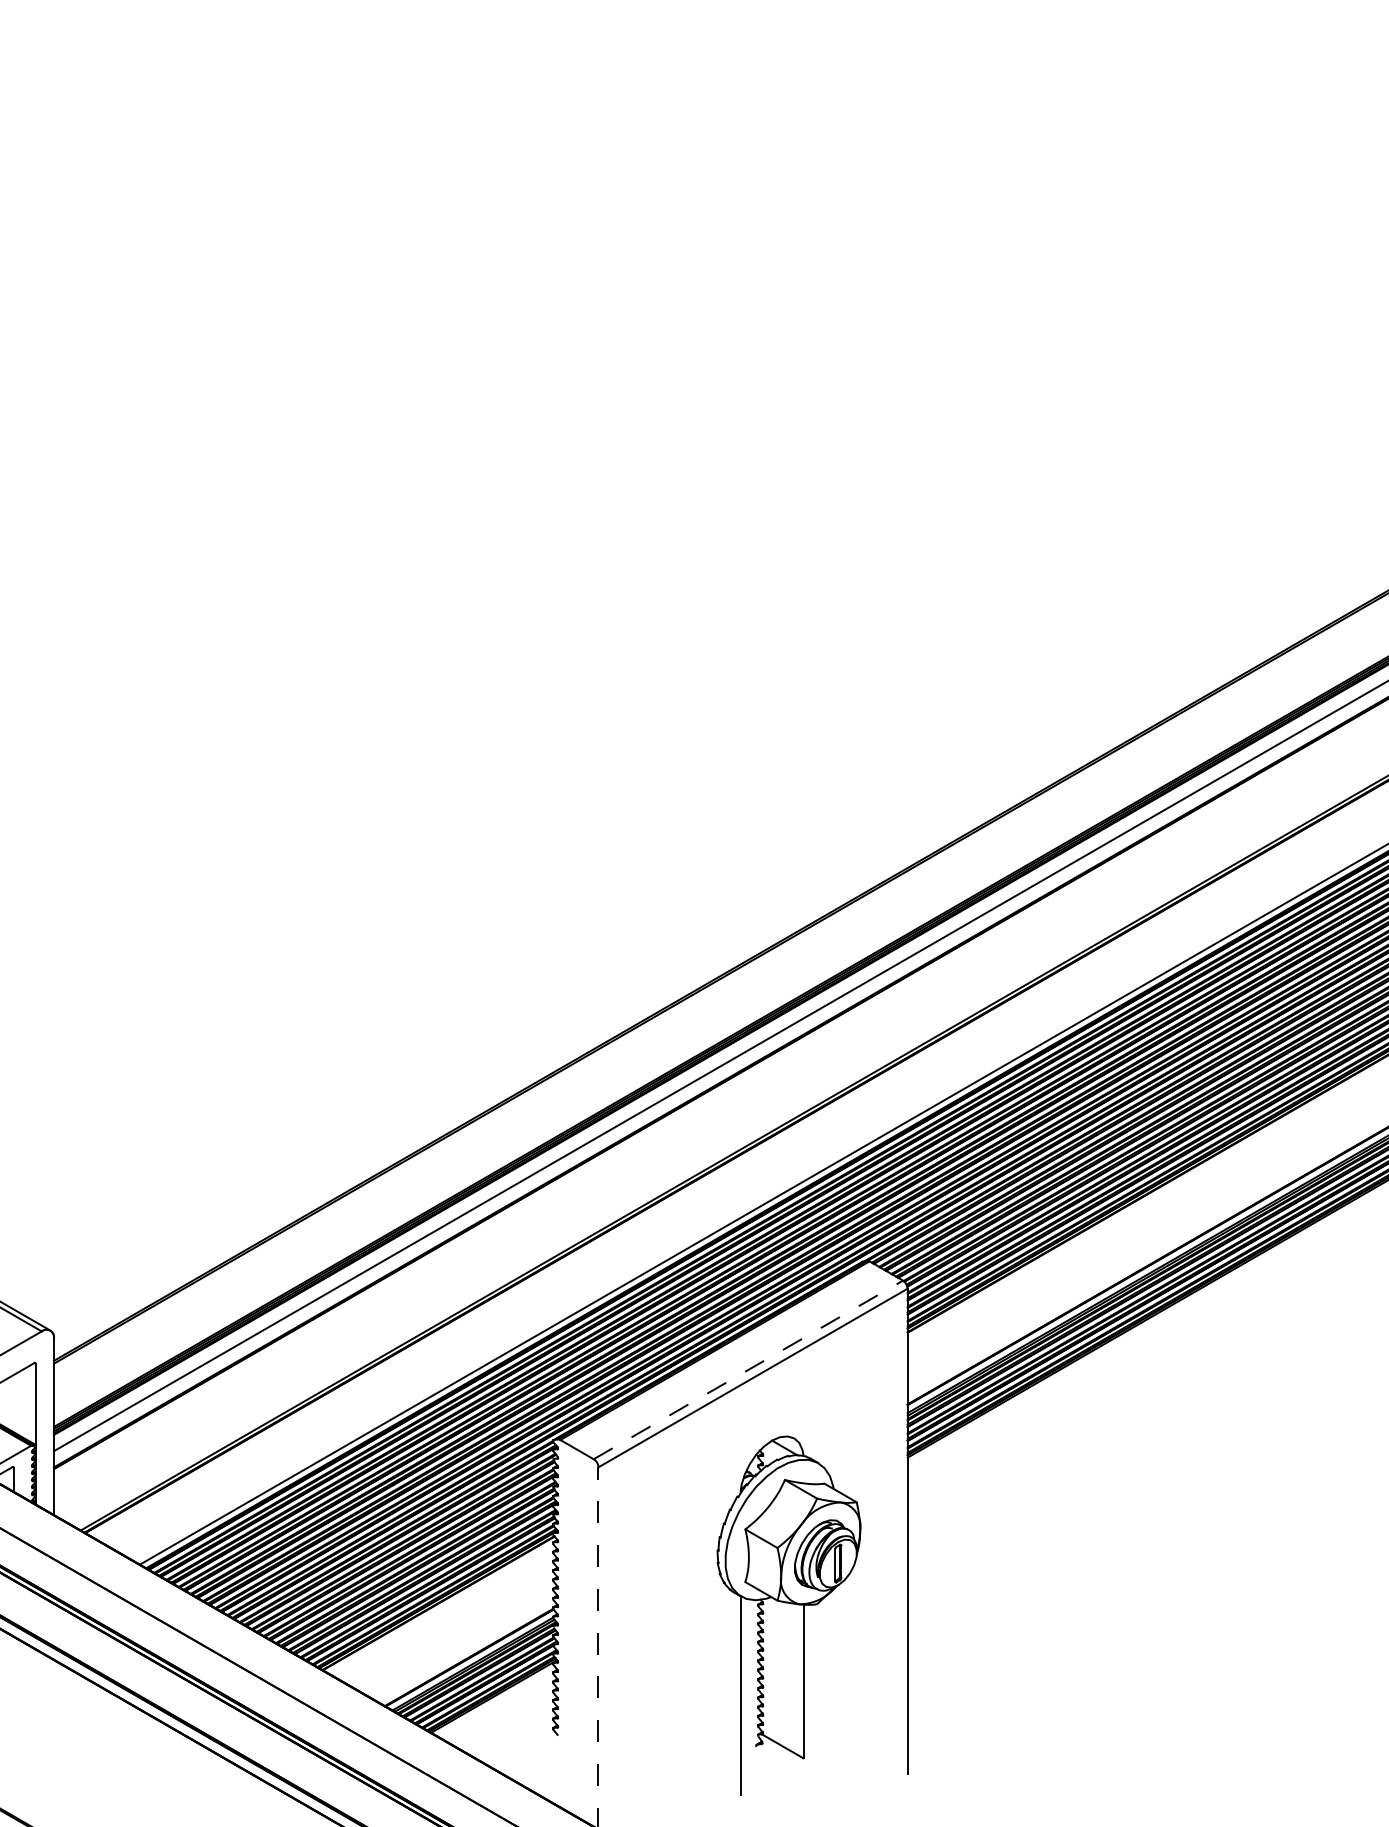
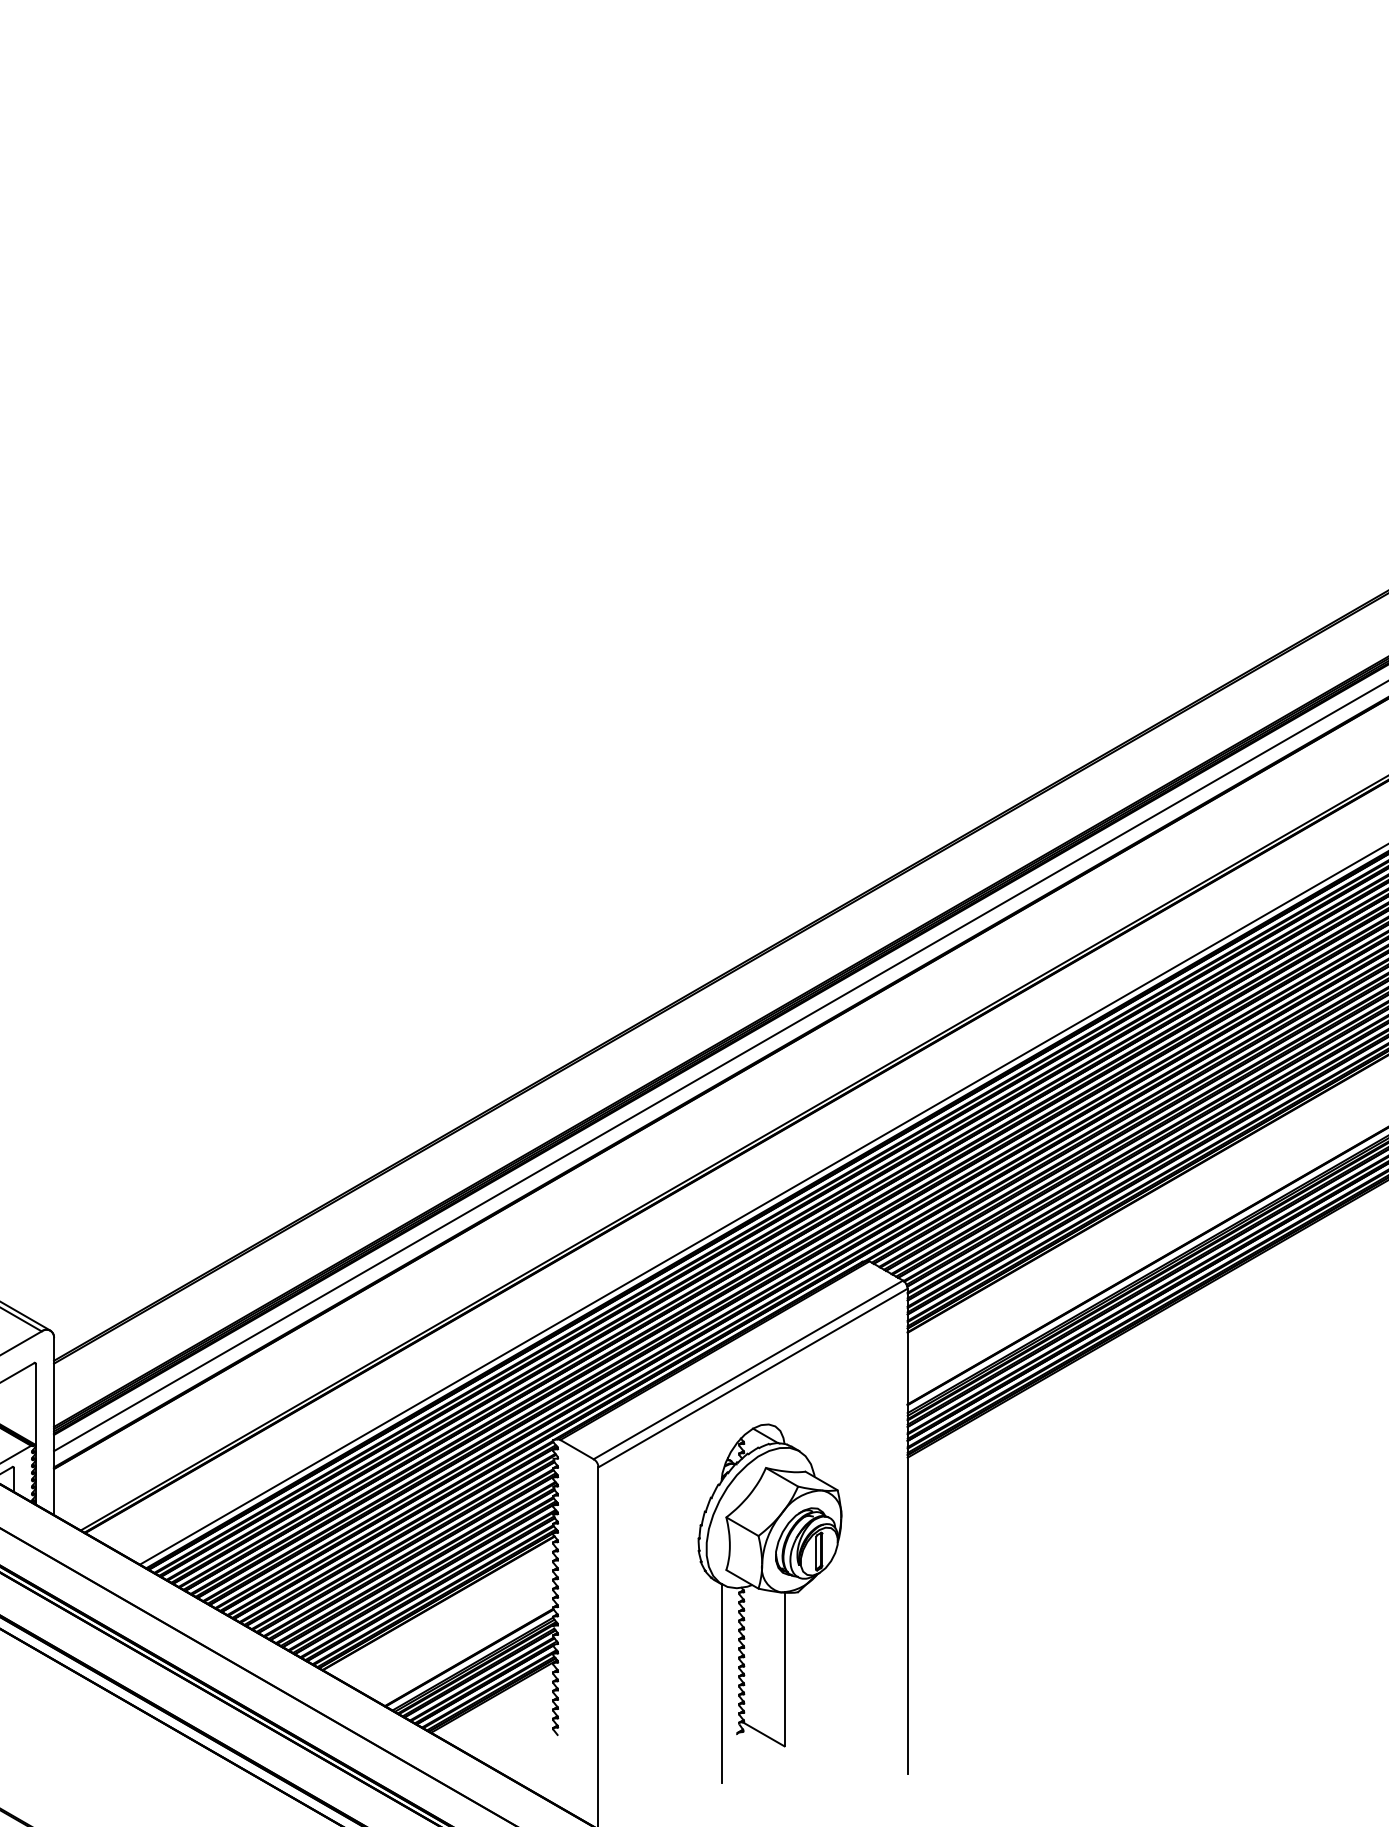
line at (748, 1369): dashed -> solid
part at (788, 1615) position: (788, 1615) -> (769, 1603)
line at (598, 1646): dashed -> solid
